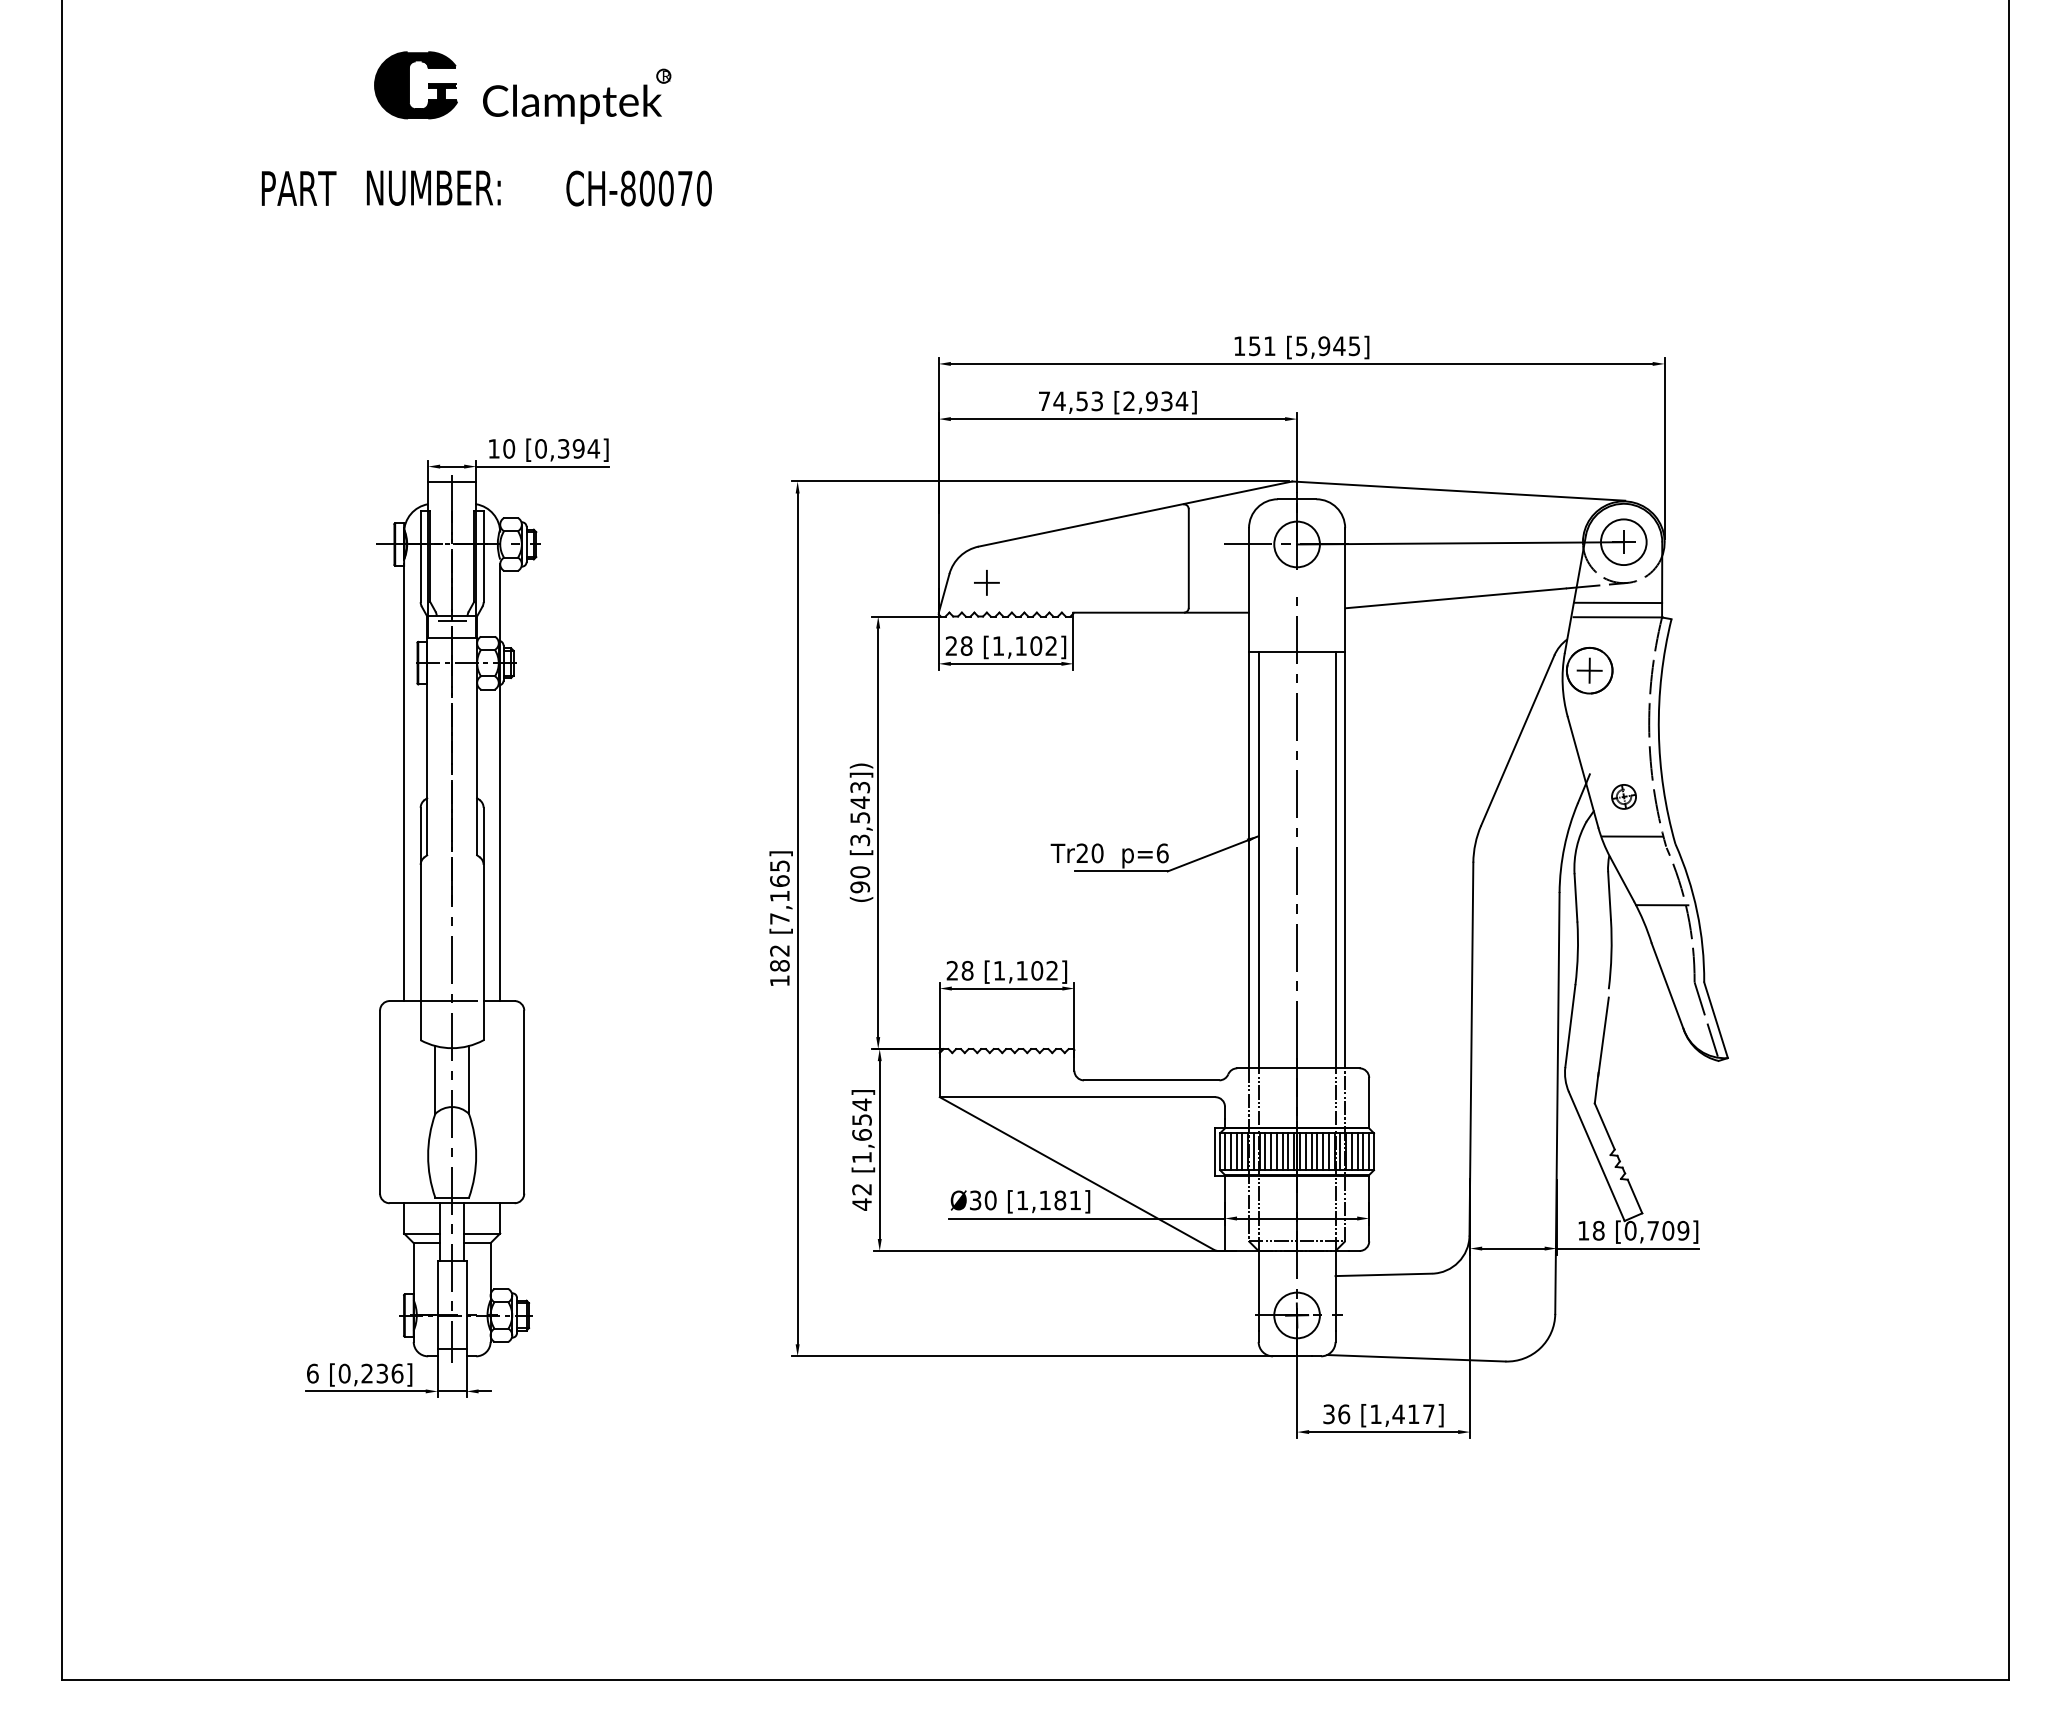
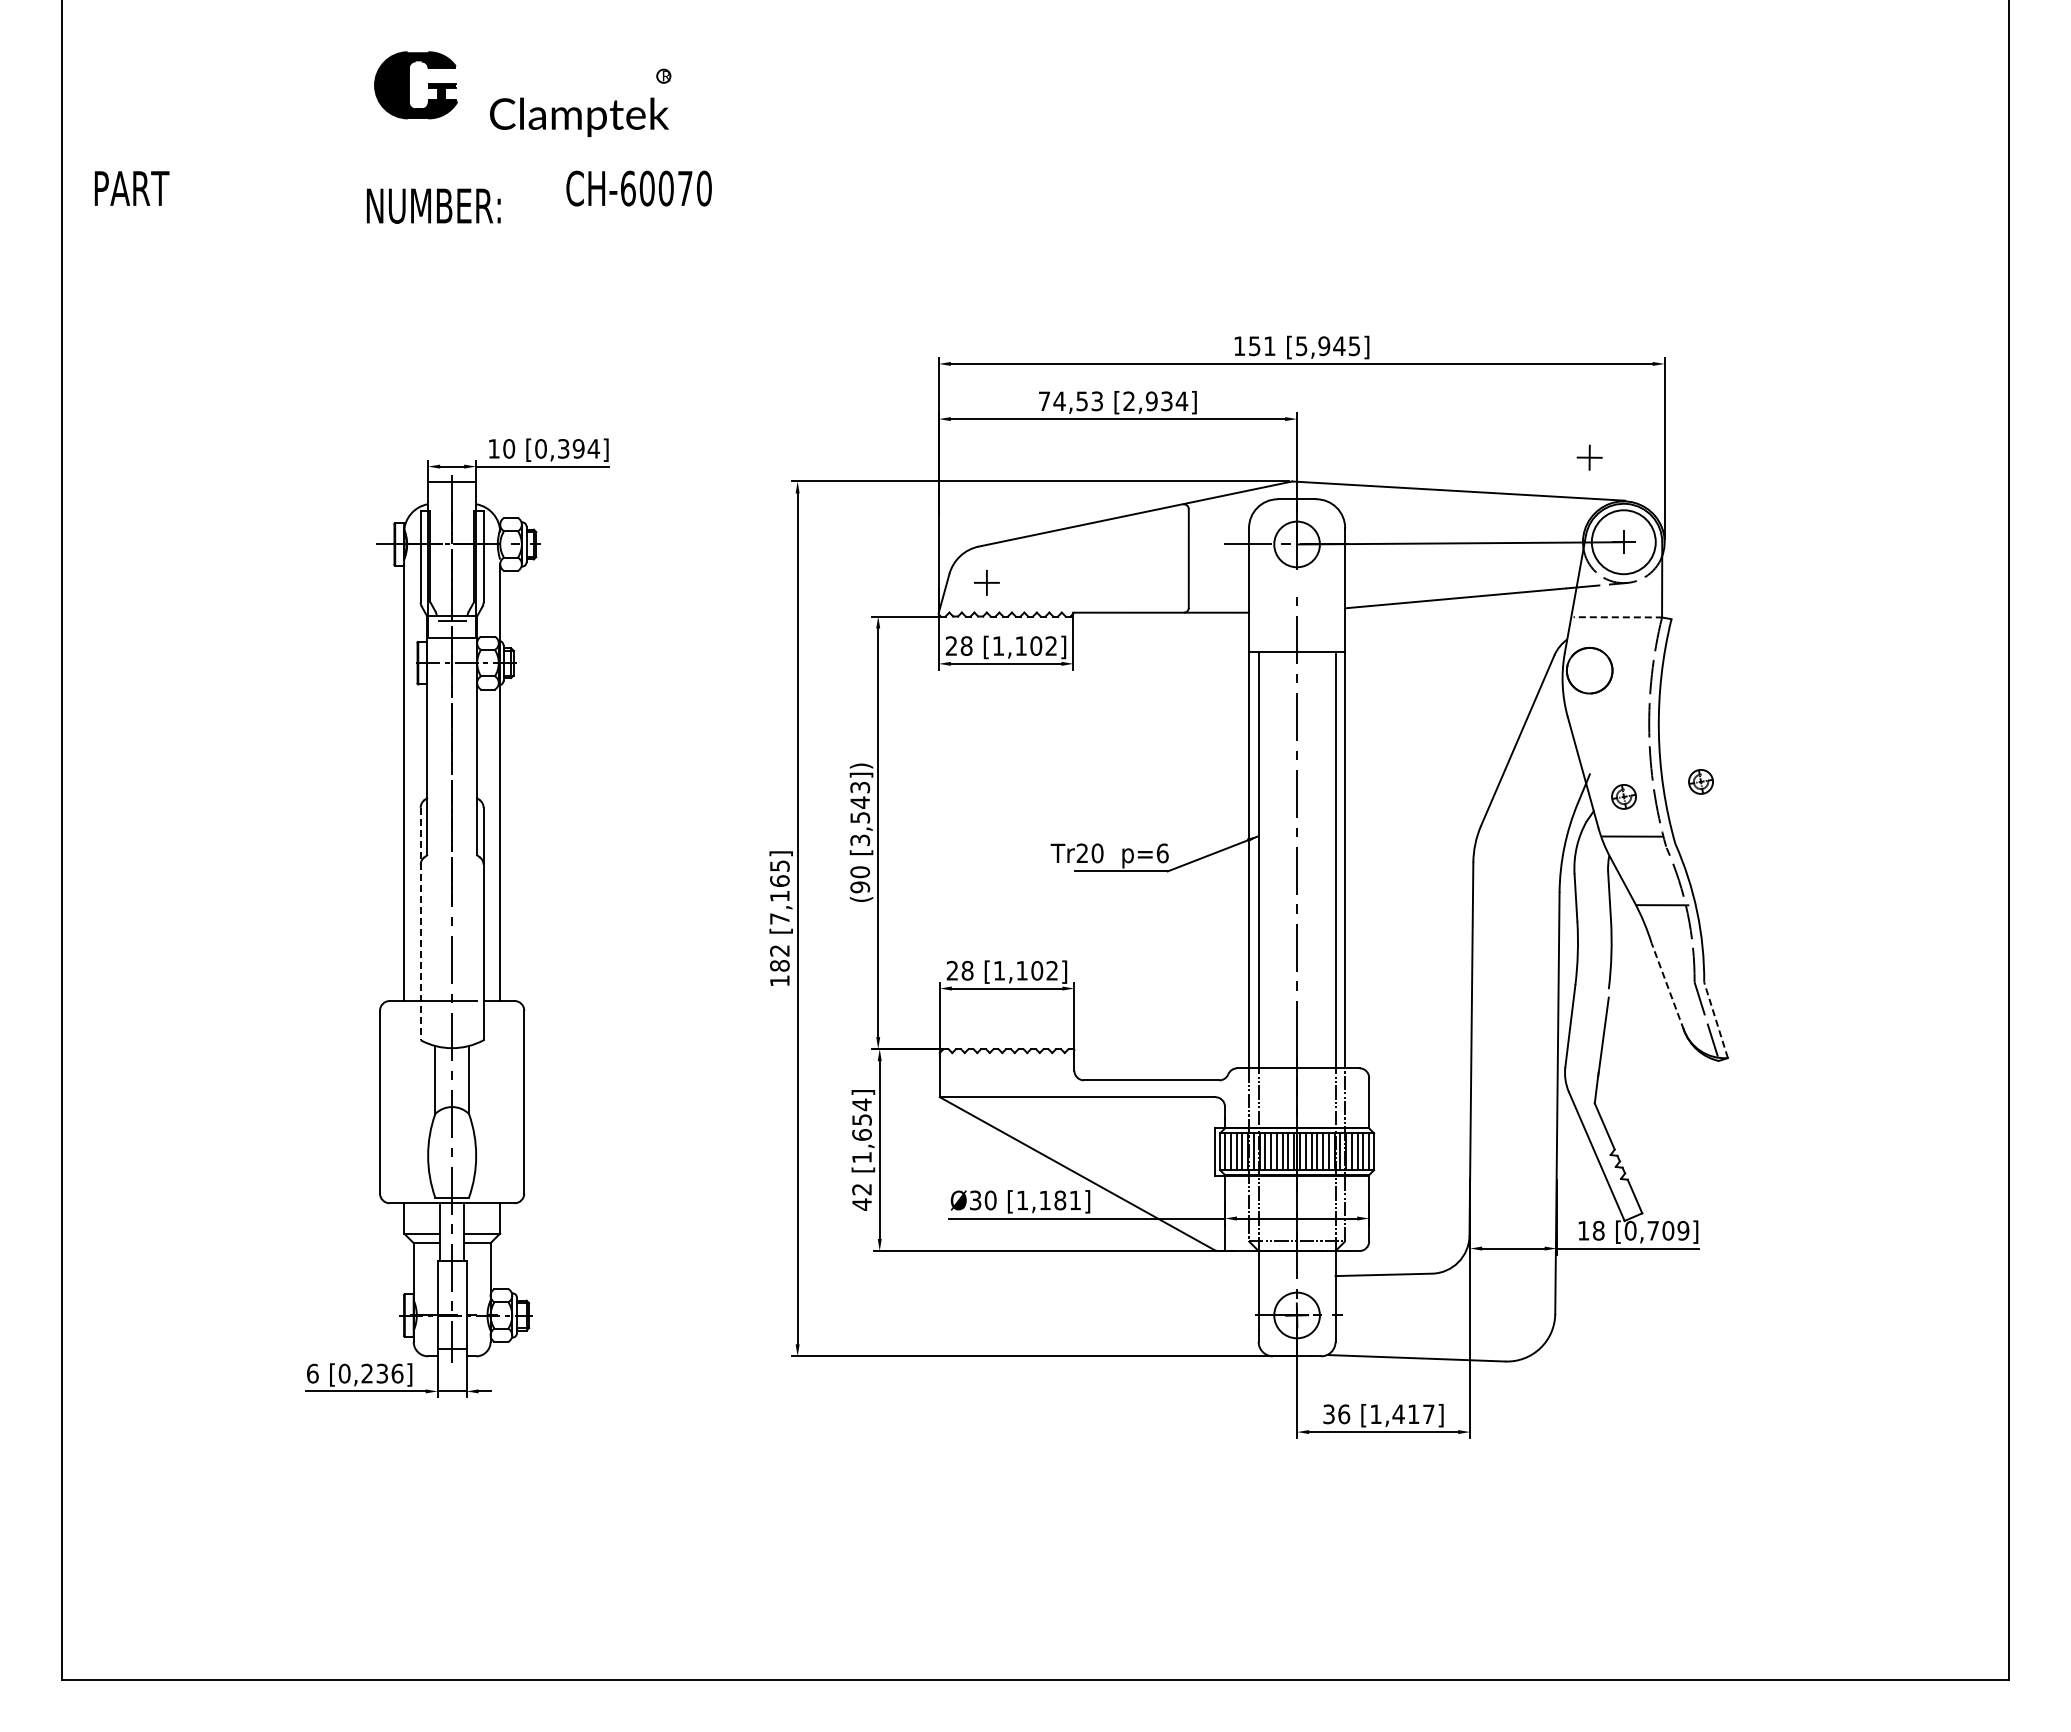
text at (572, 104) position: (572, 104) -> (579, 117)
text at (433, 187) position: (433, 187) -> (433, 205)
text at (298, 188) position: (298, 188) -> (131, 188)
text at (627, 188): CH-80070 -> CH-60070
circle at (1623, 542) diameter: 46 px -> 64 px
line at (1618, 602): present -> none
line at (1618, 617): solid -> dashed
part at (1589, 670) position: (1589, 670) -> (1589, 457)
part at (1700, 781): none -> present
line at (420, 924): solid -> dashed
line at (1667, 986): solid -> dashed
line at (1716, 1020): solid -> dashed
